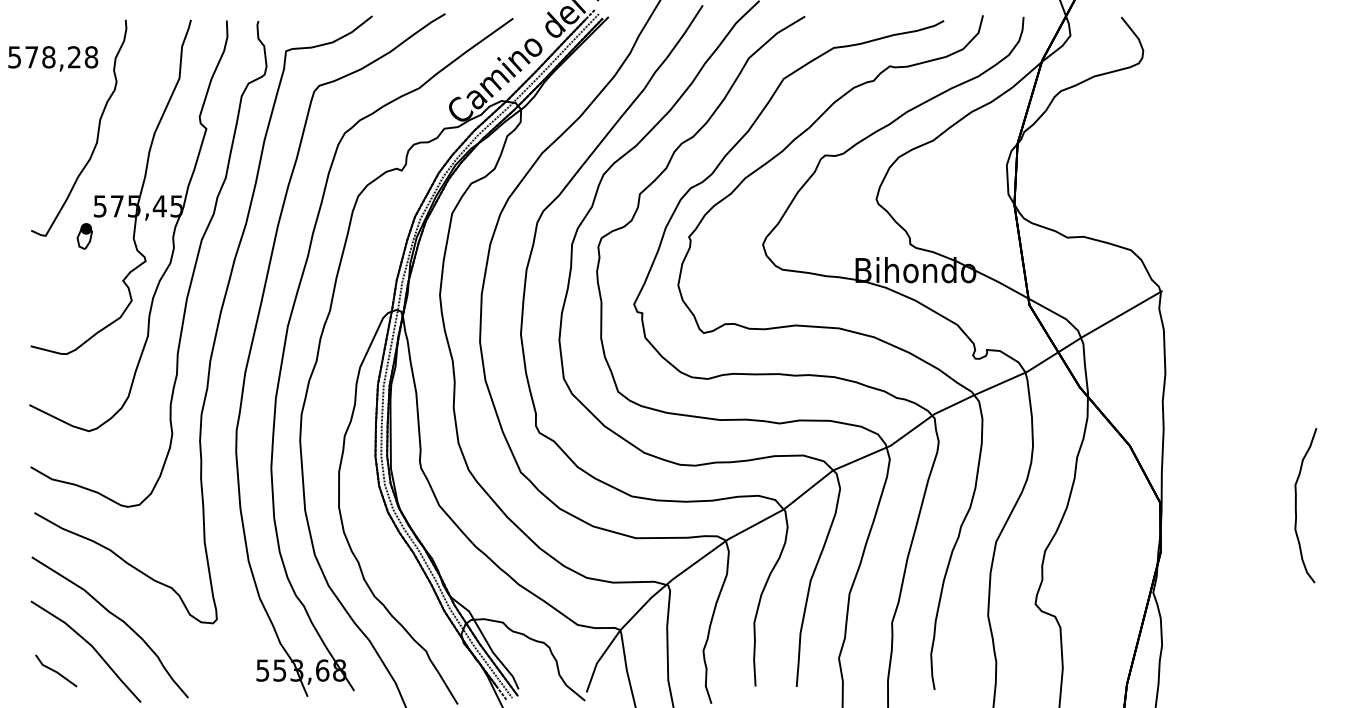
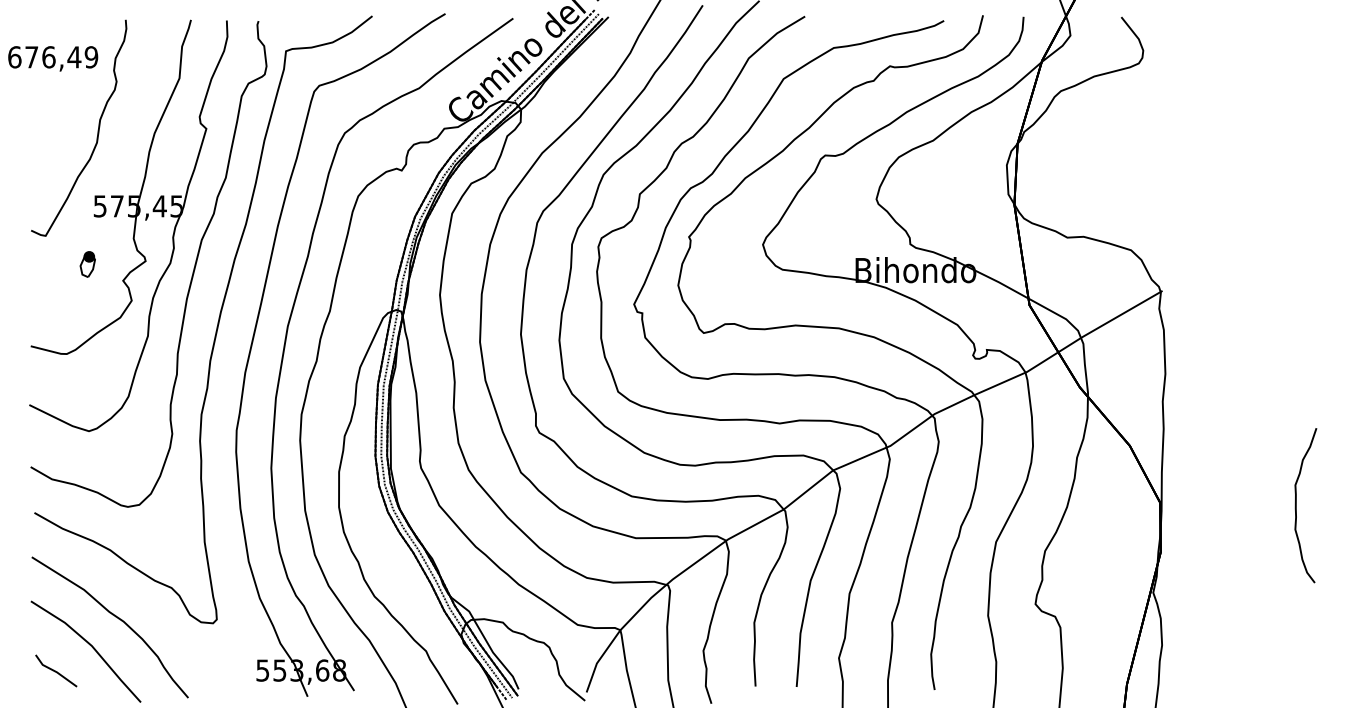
text at (53, 57): 578,28 -> 676,49
part at (84, 236) position: (84, 236) -> (87, 264)
